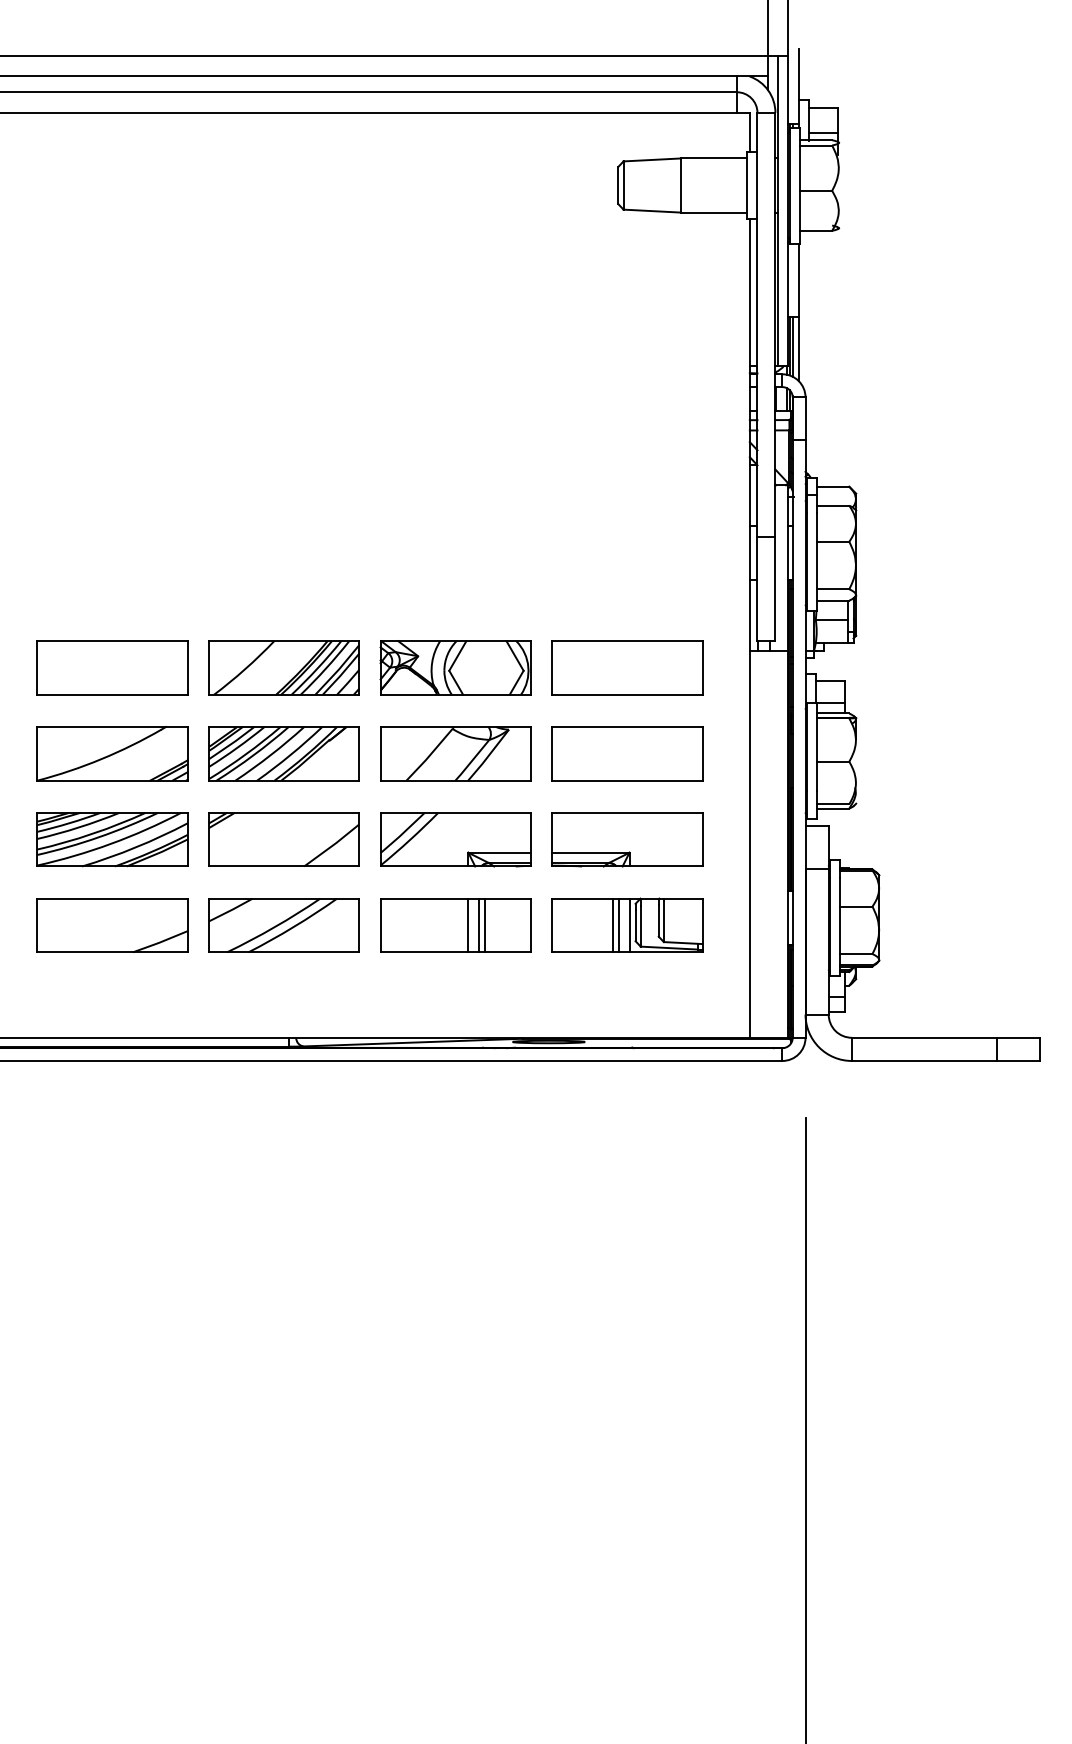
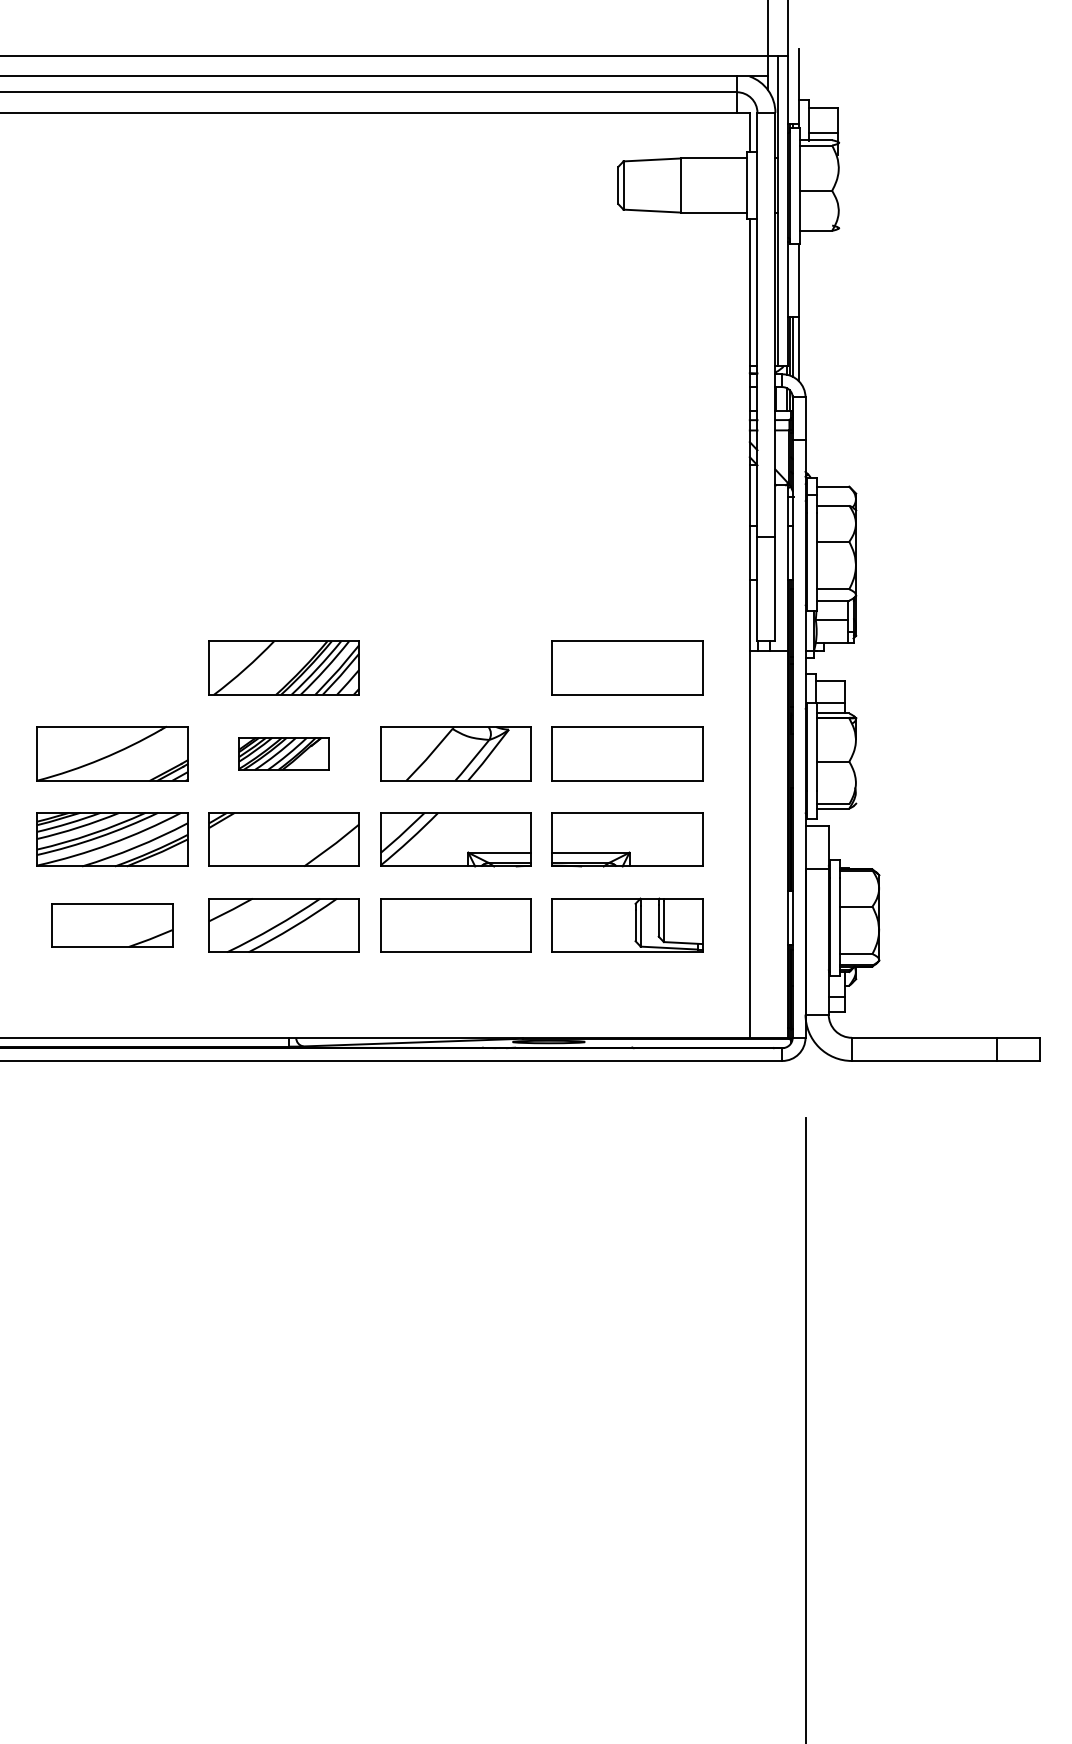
part at (112, 667): present -> none
part at (455, 667): present -> none
part at (283, 753) size: 152x56 px -> 92x34 px
part at (112, 925) size: 153x55 px -> 123x45 px
line at (468, 925): present -> none
line at (478, 925): present -> none
line at (484, 925): present -> none
line at (613, 925): present -> none
line at (619, 925): present -> none
line at (629, 925): present -> none
